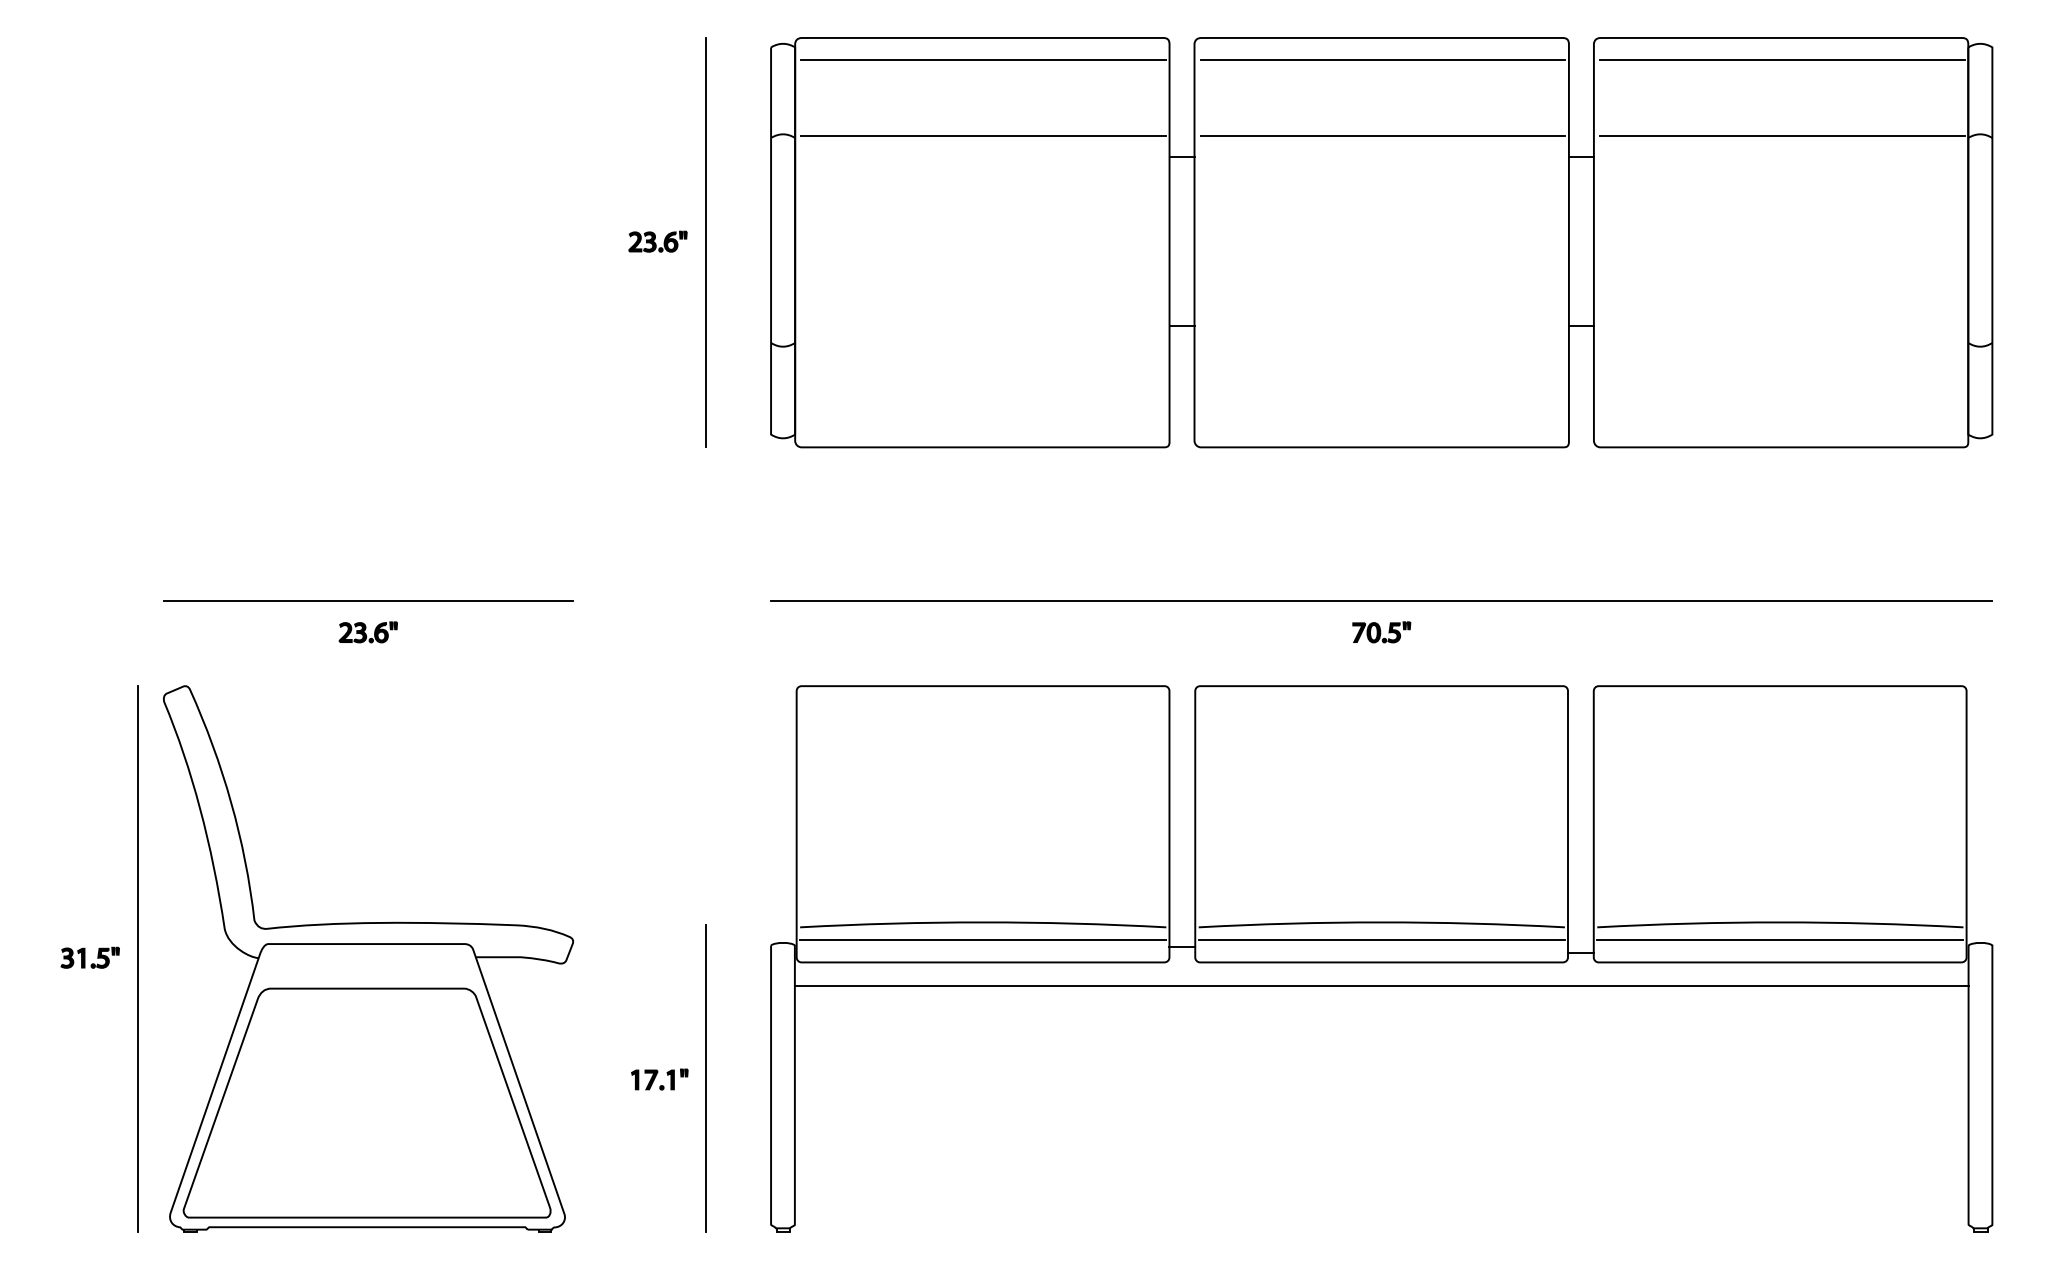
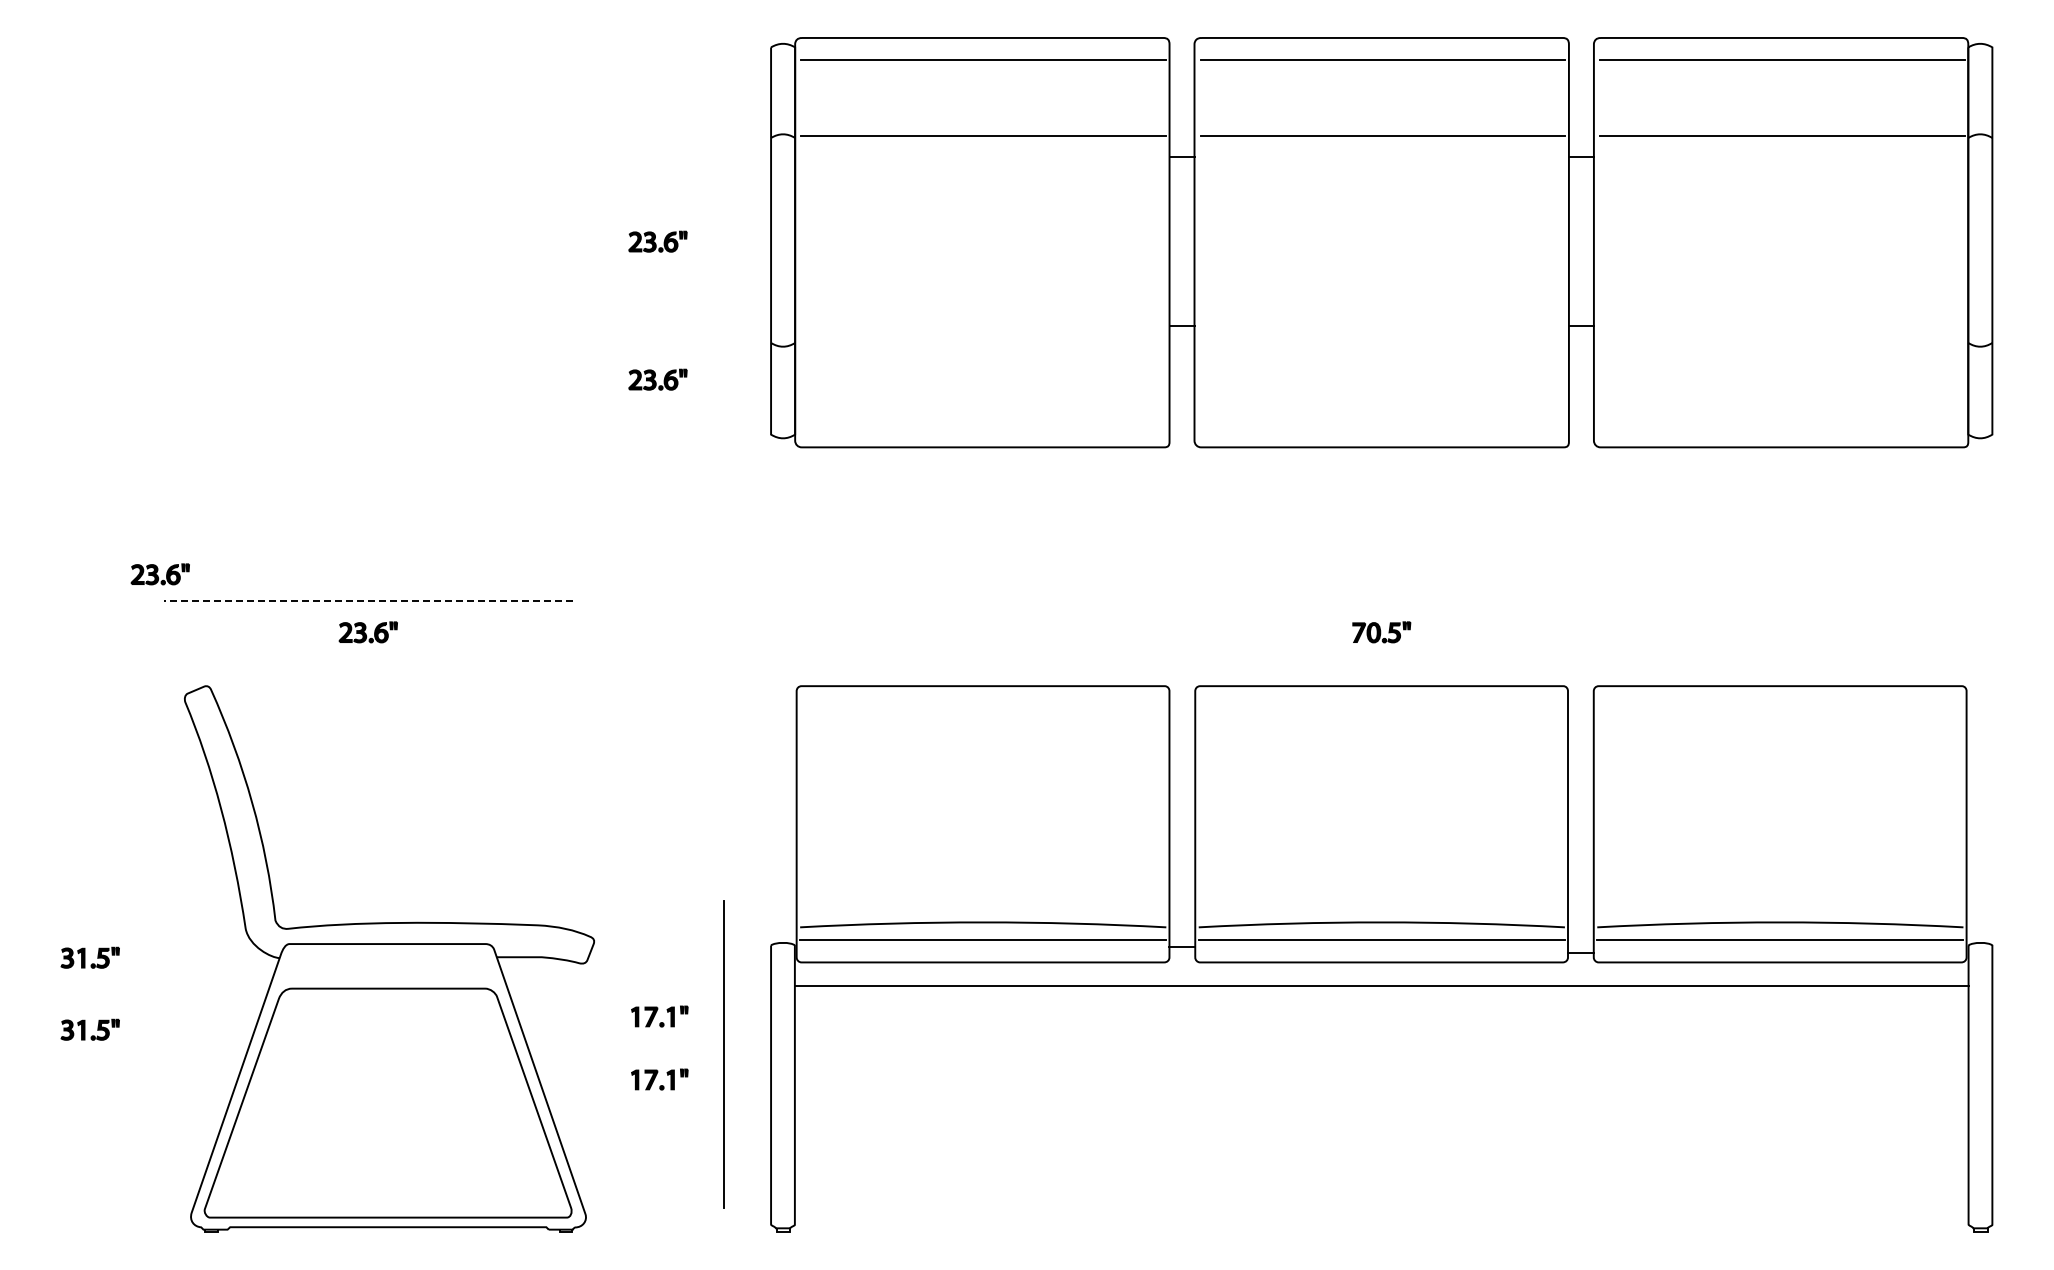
line at (706, 242): present -> none
part at (657, 379): none -> present
part at (159, 574): none -> present
line at (368, 600): solid -> dashed
line at (1381, 600): present -> none
part at (368, 958) position: (368, 958) -> (389, 958)
line at (137, 959): present -> none
part at (659, 1016): none -> present
part at (89, 1029): none -> present
line at (705, 1078) position: (705, 1078) -> (723, 1054)
